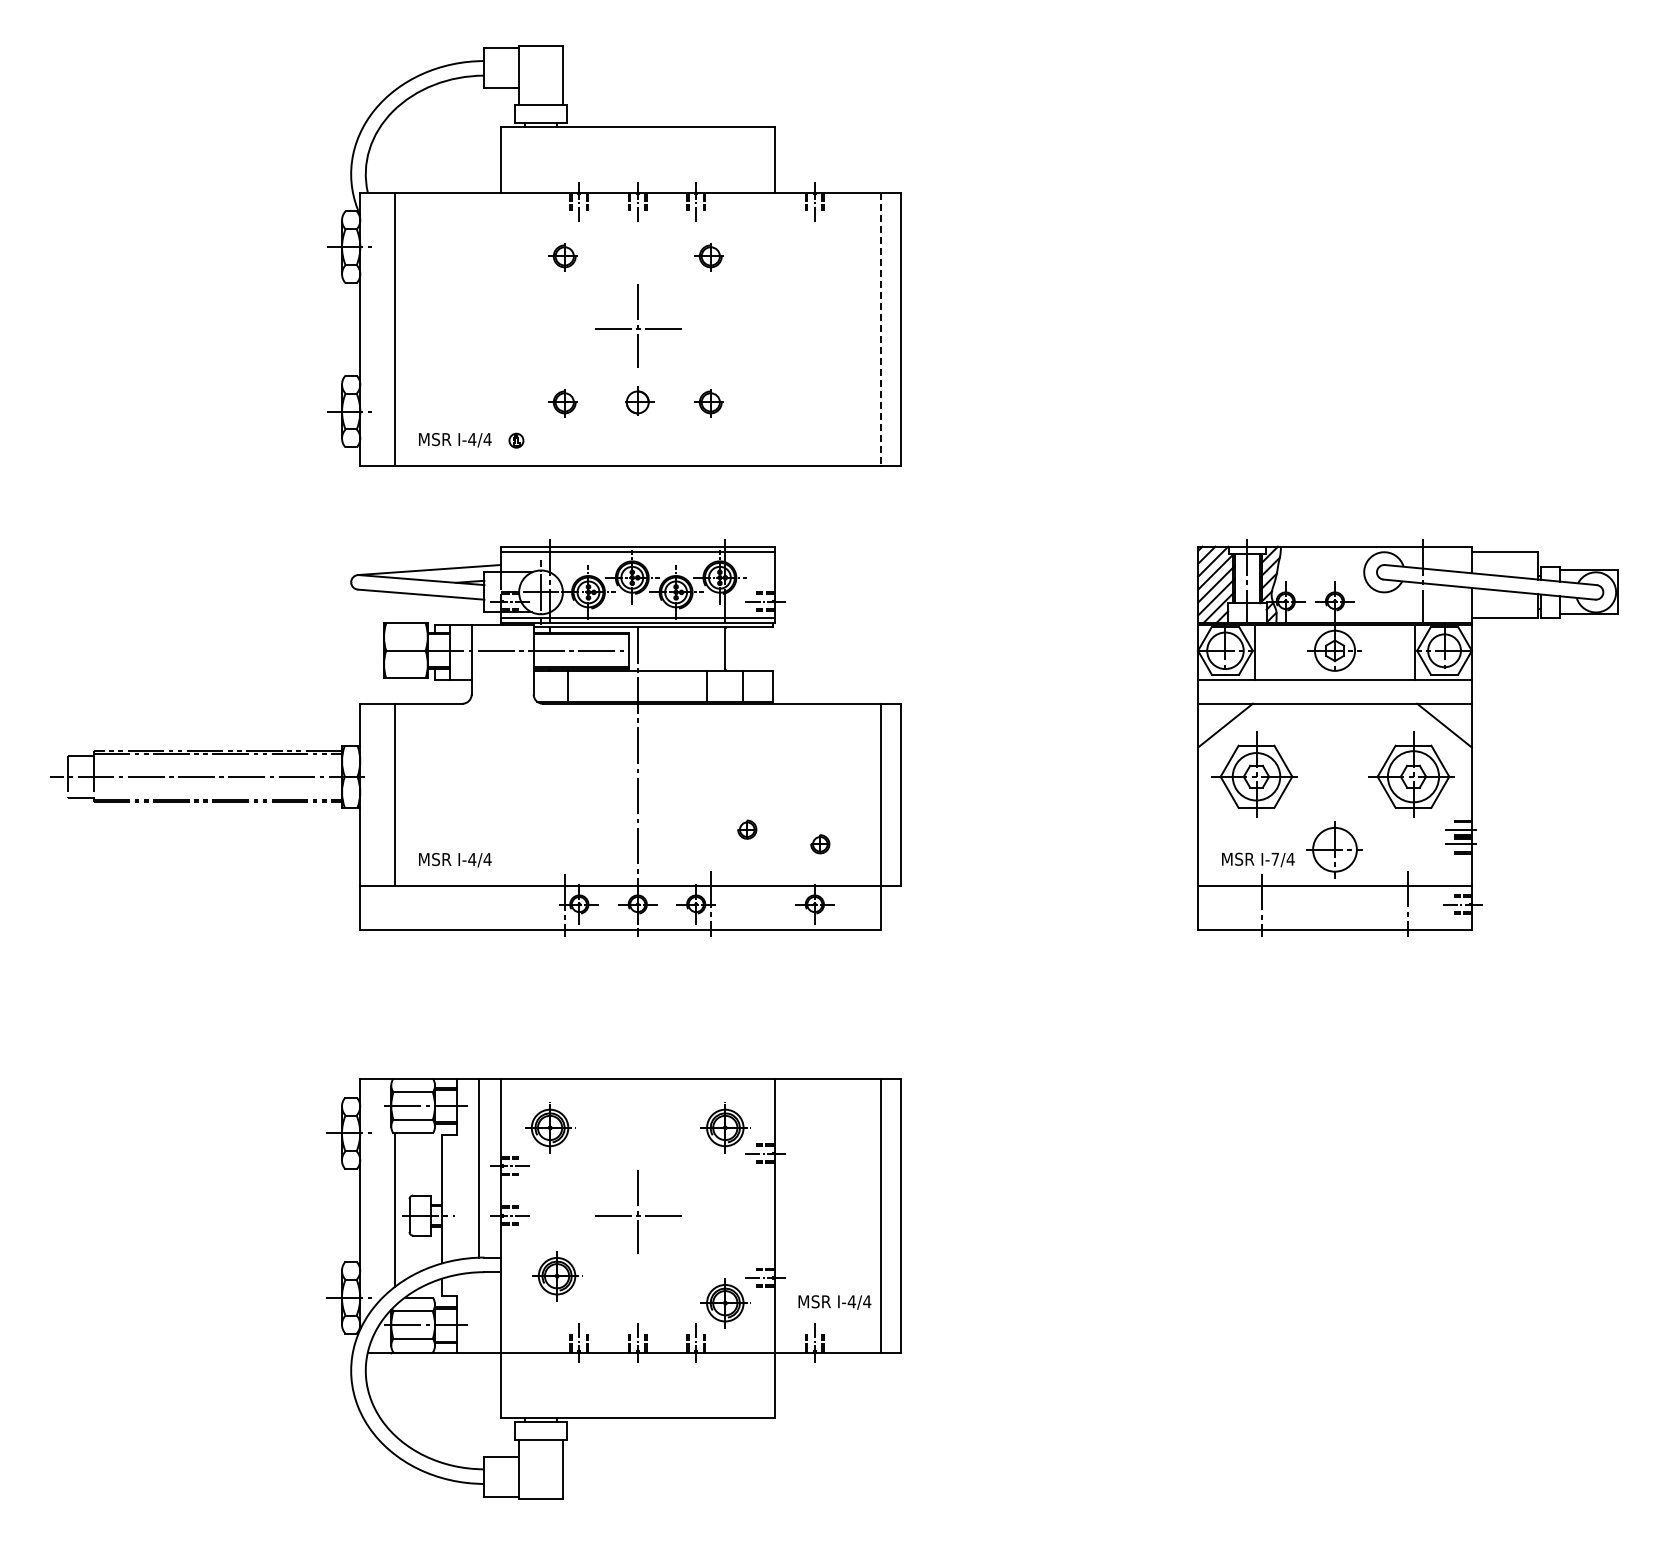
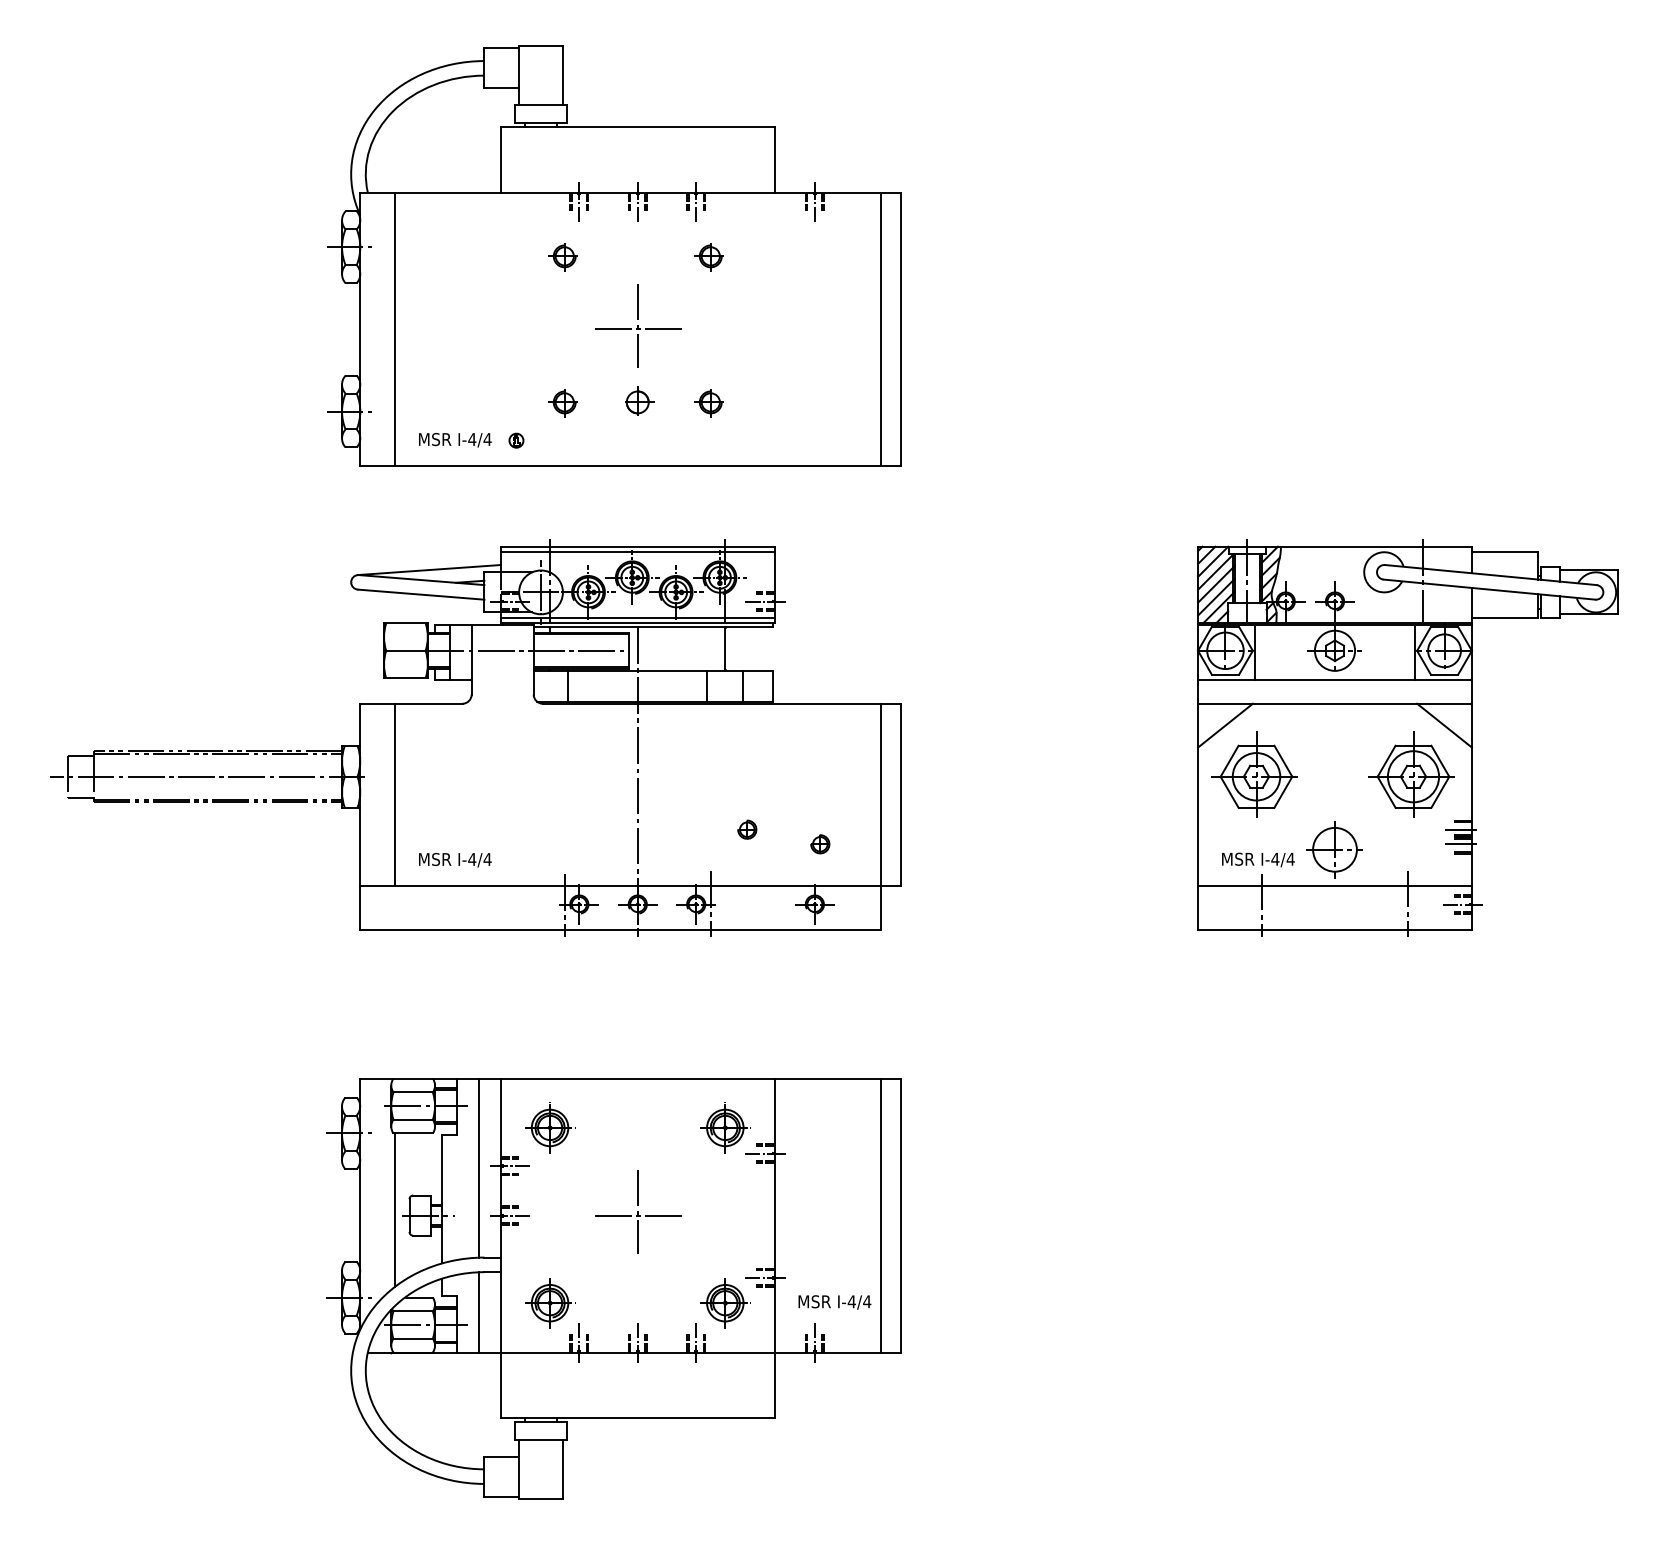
line at (880, 329): dashed -> solid
text at (1275, 858): I-7/4 -> I-4/4
part at (557, 1276) position: (557, 1276) -> (550, 1303)
line at (478, 1312): none -> present
